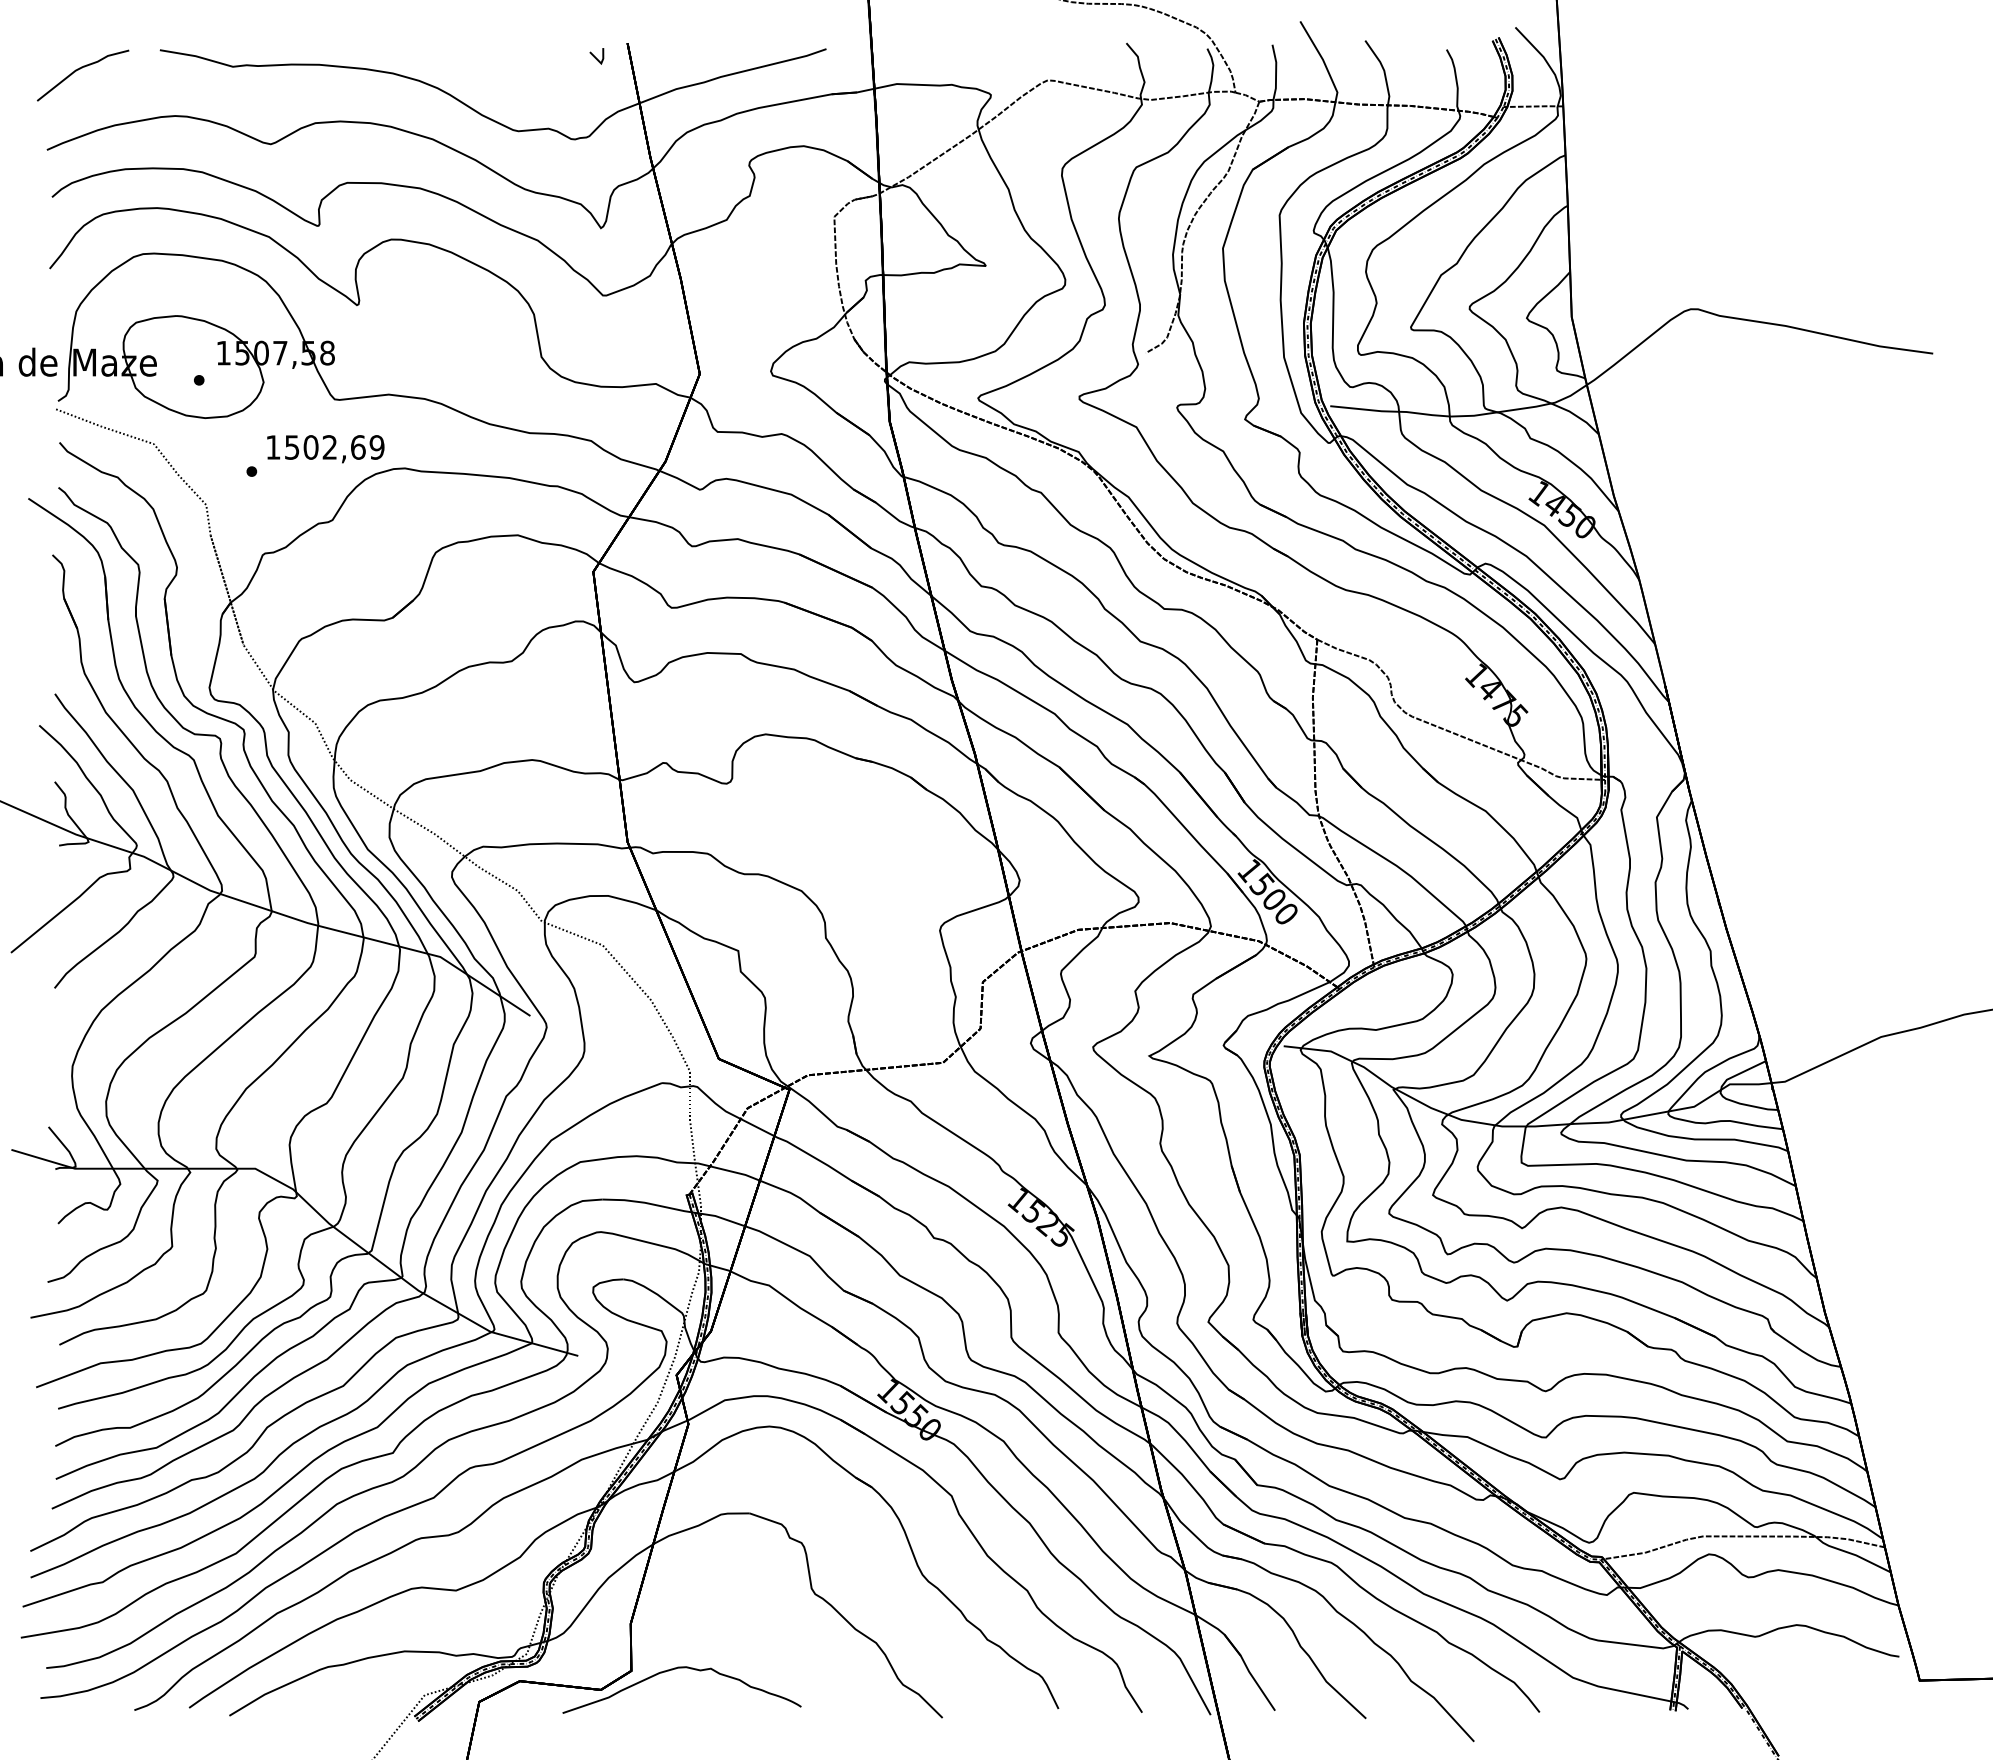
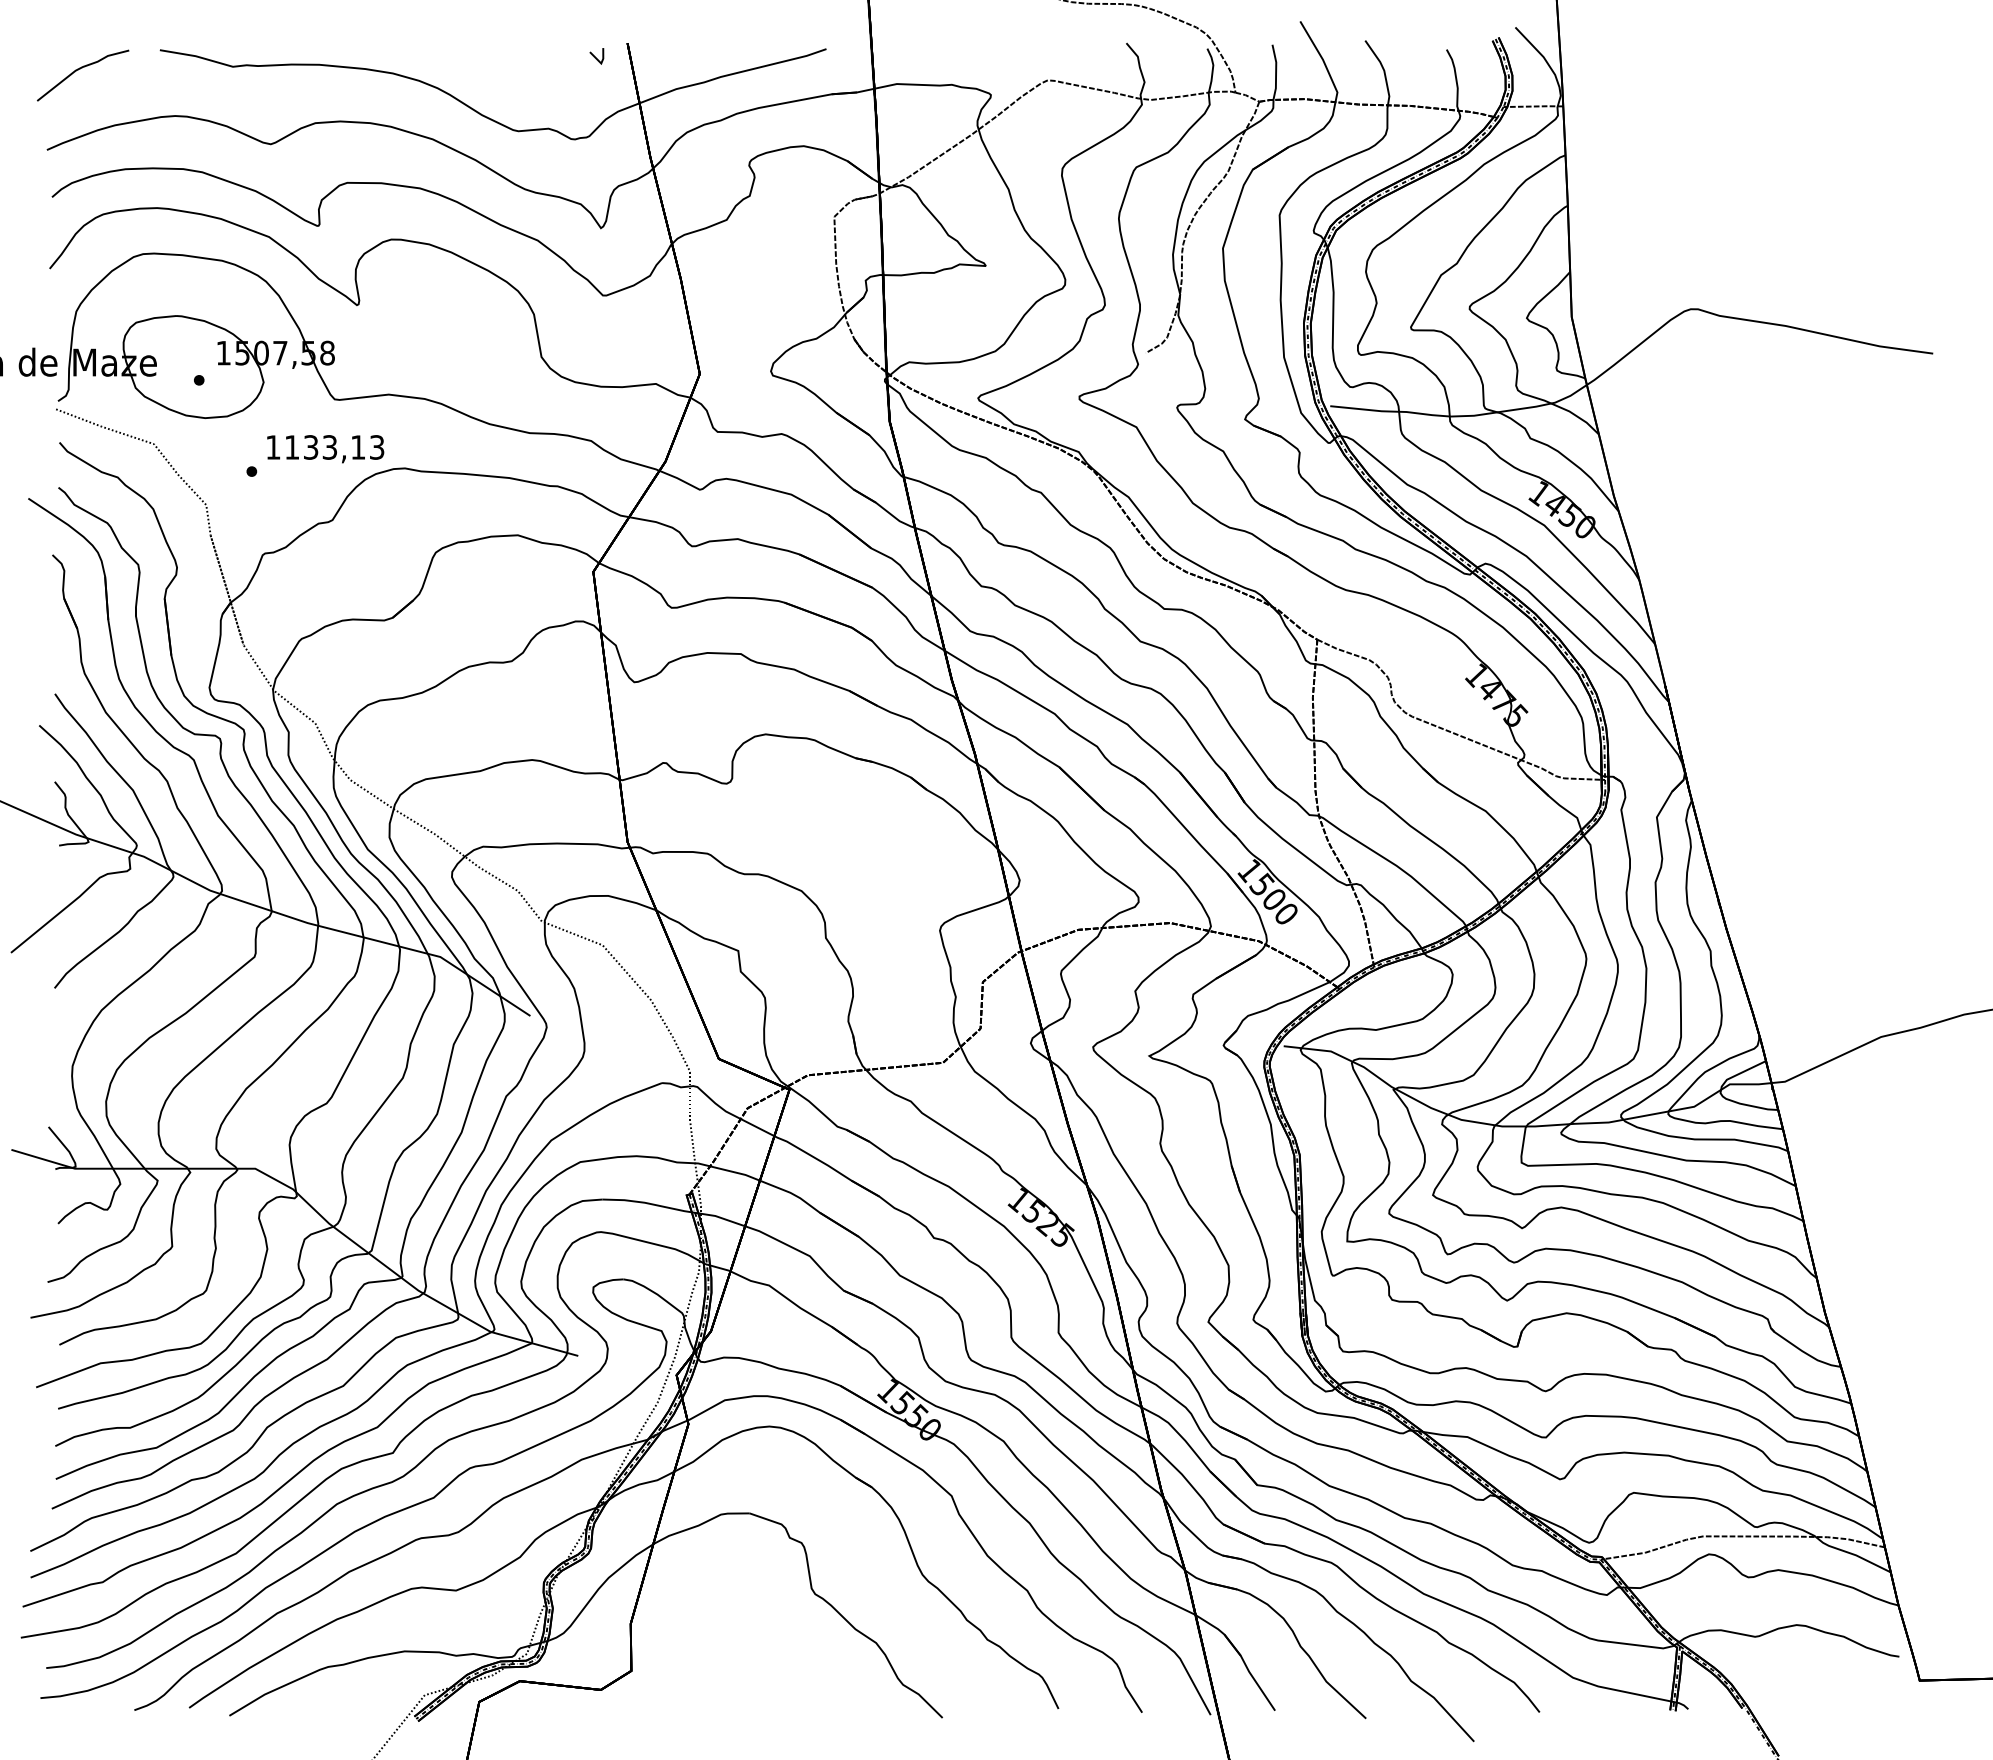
text at (334, 447): 1502,69 -> 1133,13
curve at (676, 1669): present -> none
